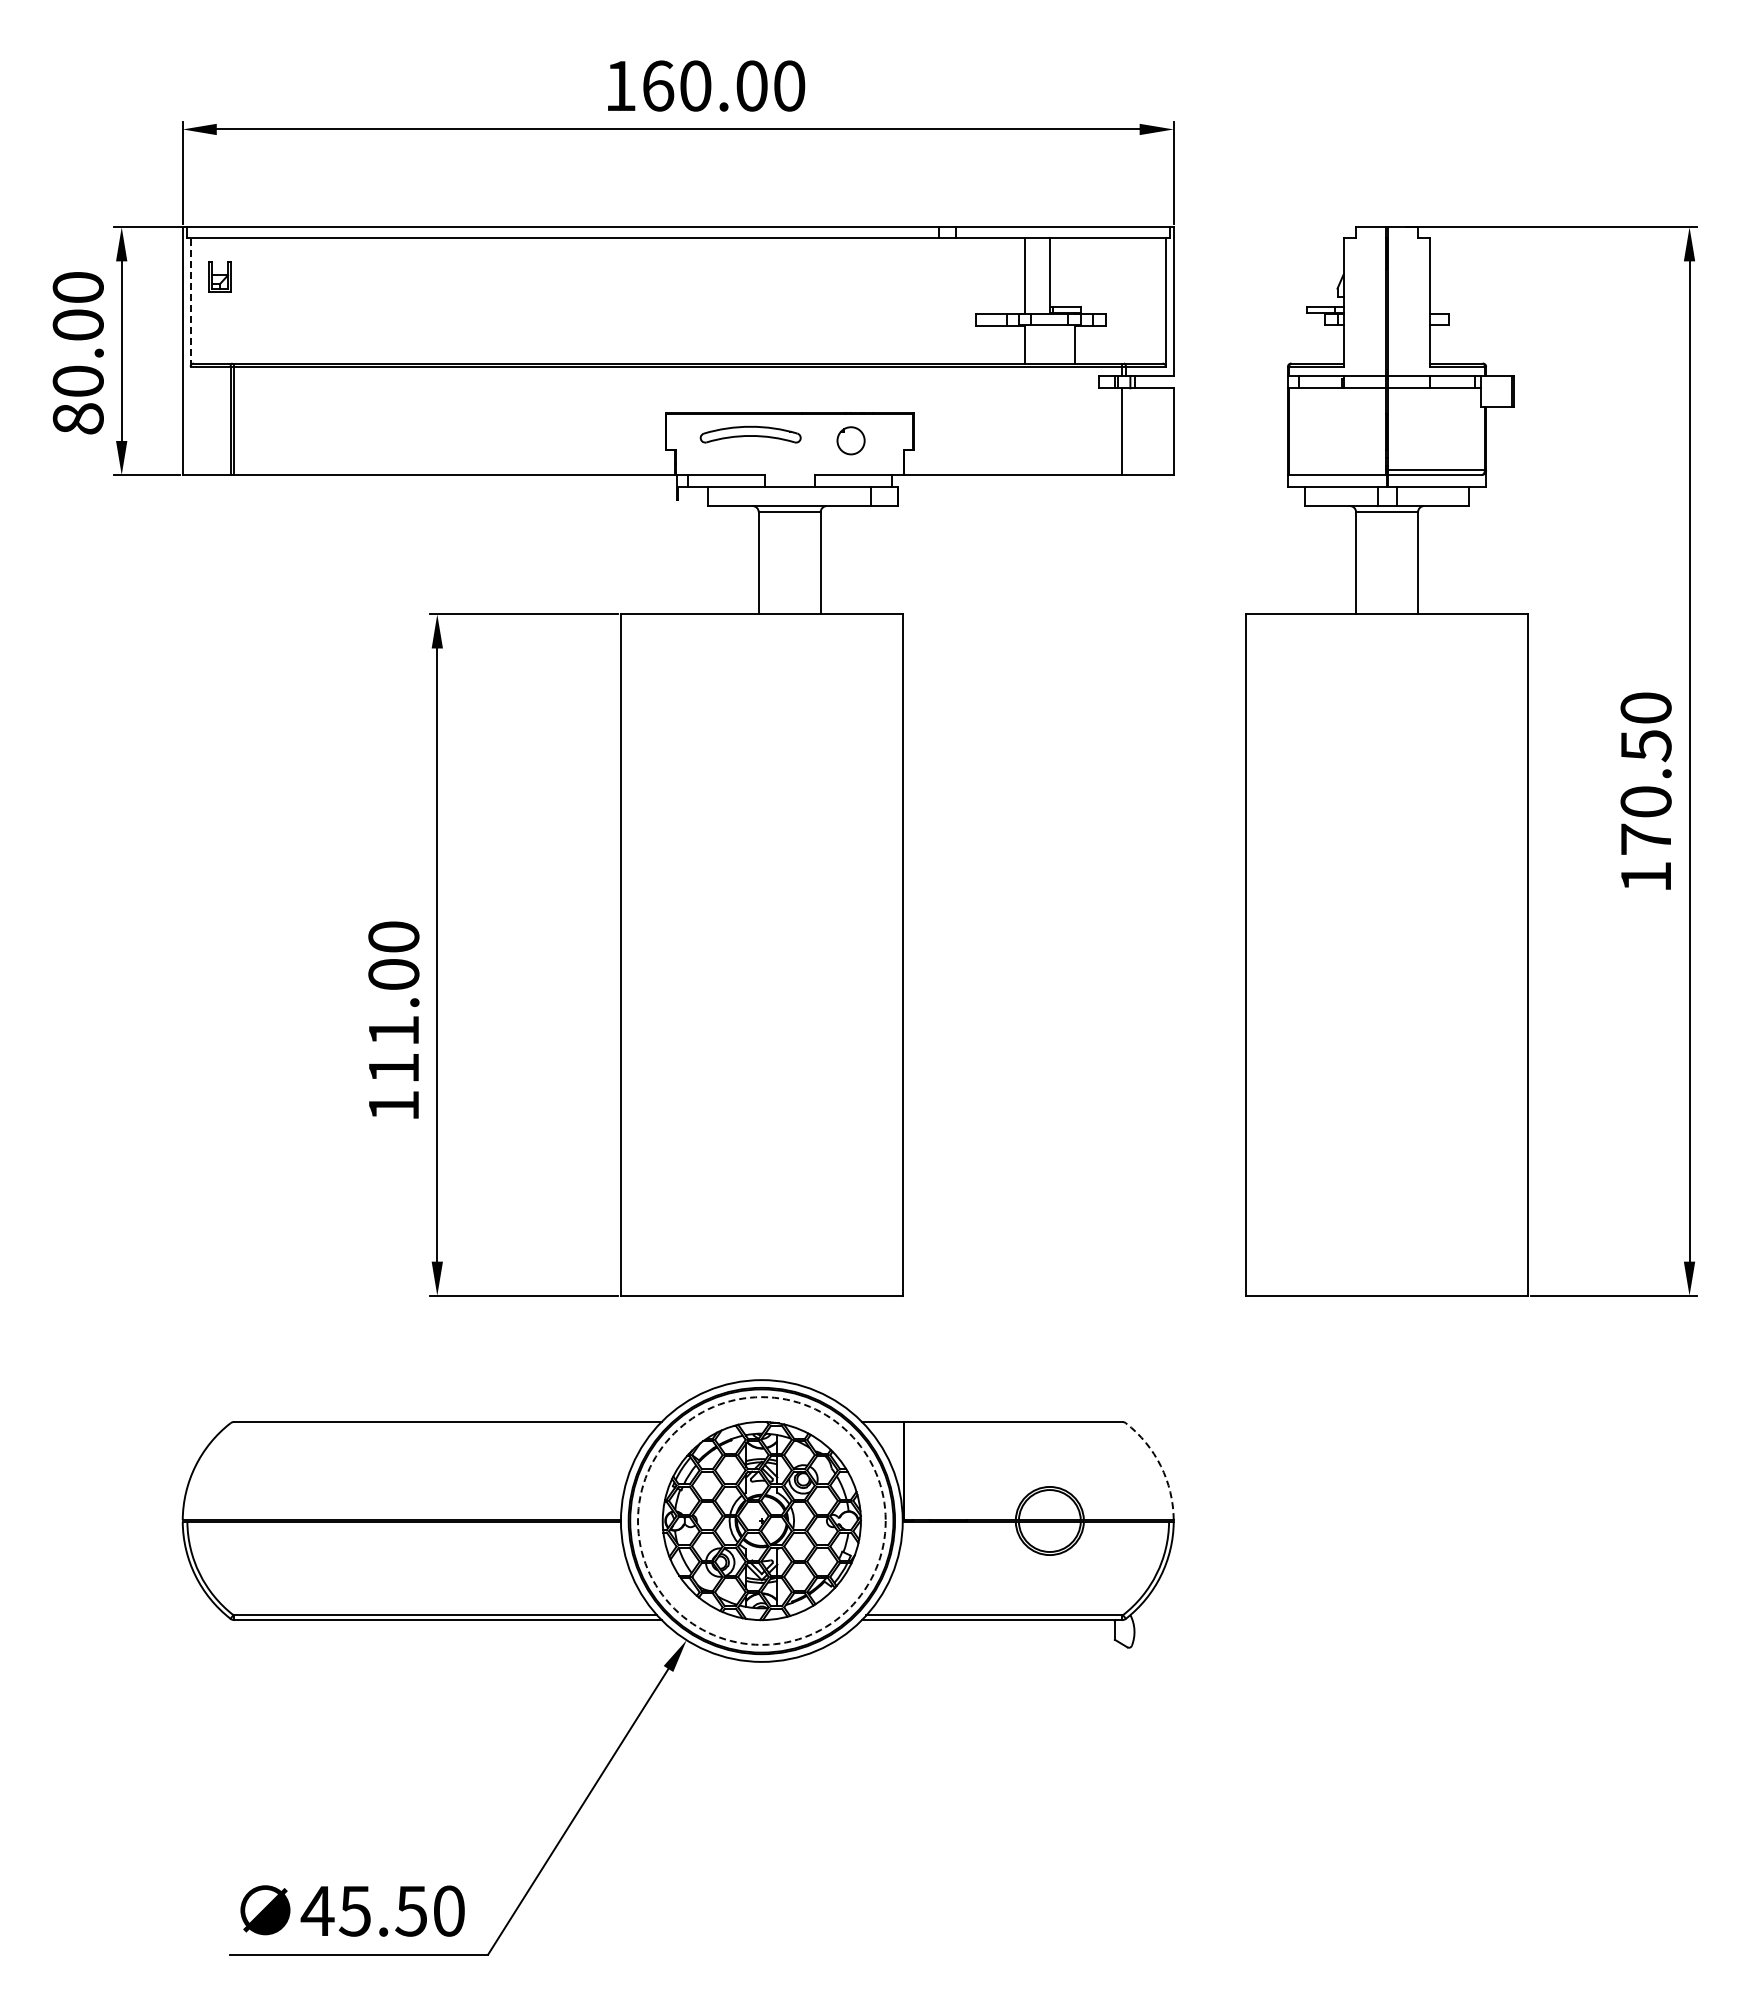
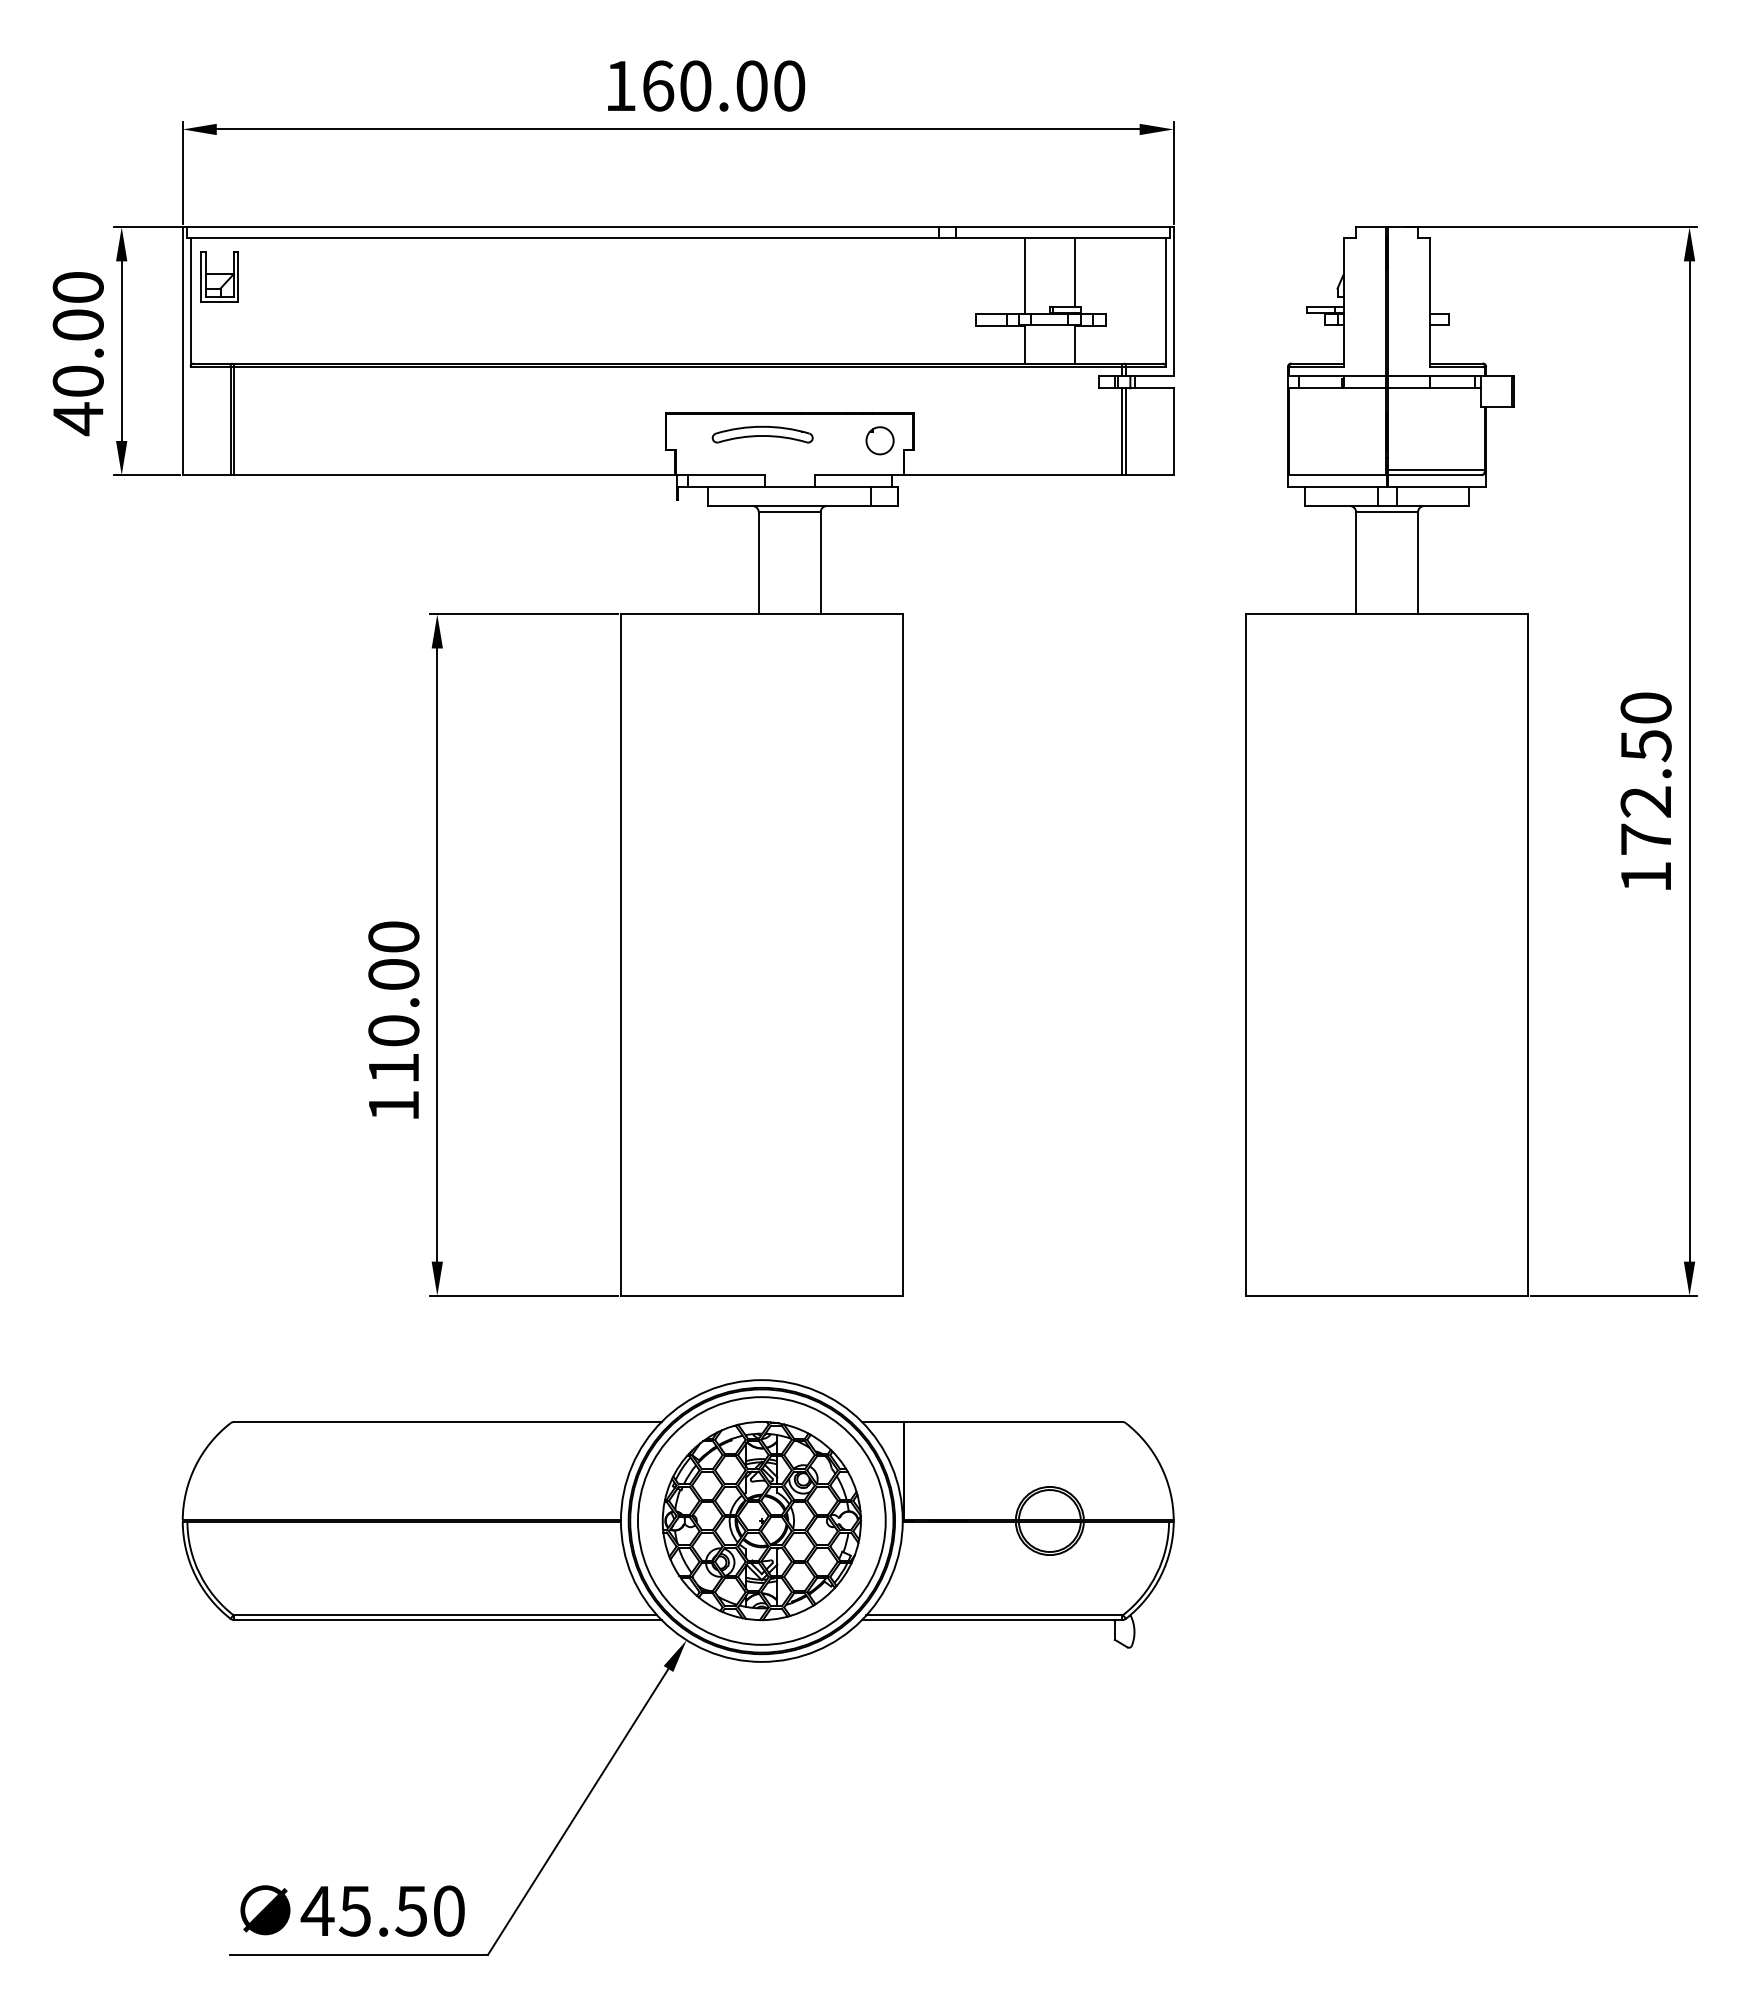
line at (1049, 272) position: (1049, 272) -> (1074, 272)
part at (219, 276) size: 24x32 px -> 39x52 px
line at (190, 302): dashed -> solid
text at (77, 419): 80.00 -> 40.00
line at (1125, 431): none -> present
part at (750, 434) position: (750, 434) -> (762, 434)
circle at (850, 440) position: (850, 440) -> (879, 440)
text at (1645, 801): 170.50 -> 172.50
text at (393, 1030): 111.00 -> 110.00
arc at (1160, 1466): dashed -> solid
circle at (761, 1520): dashed -> solid
